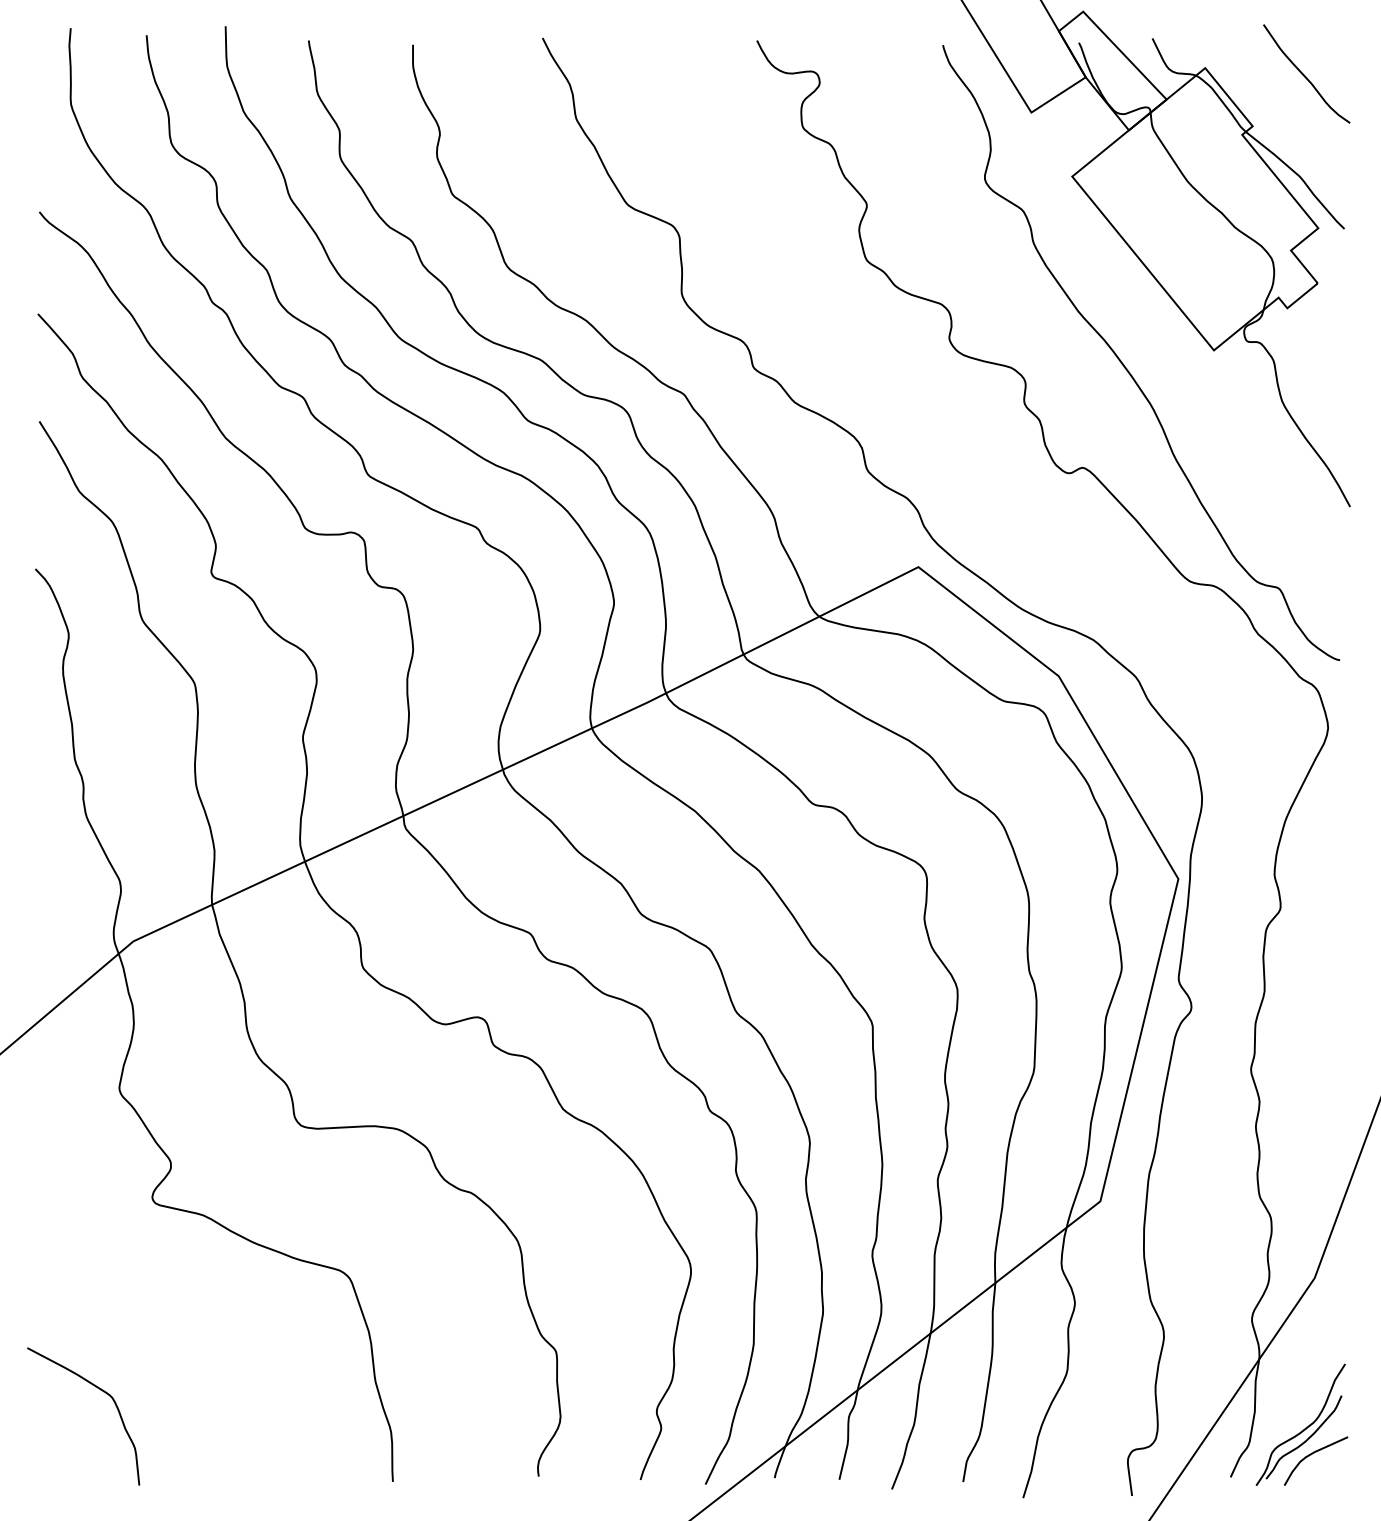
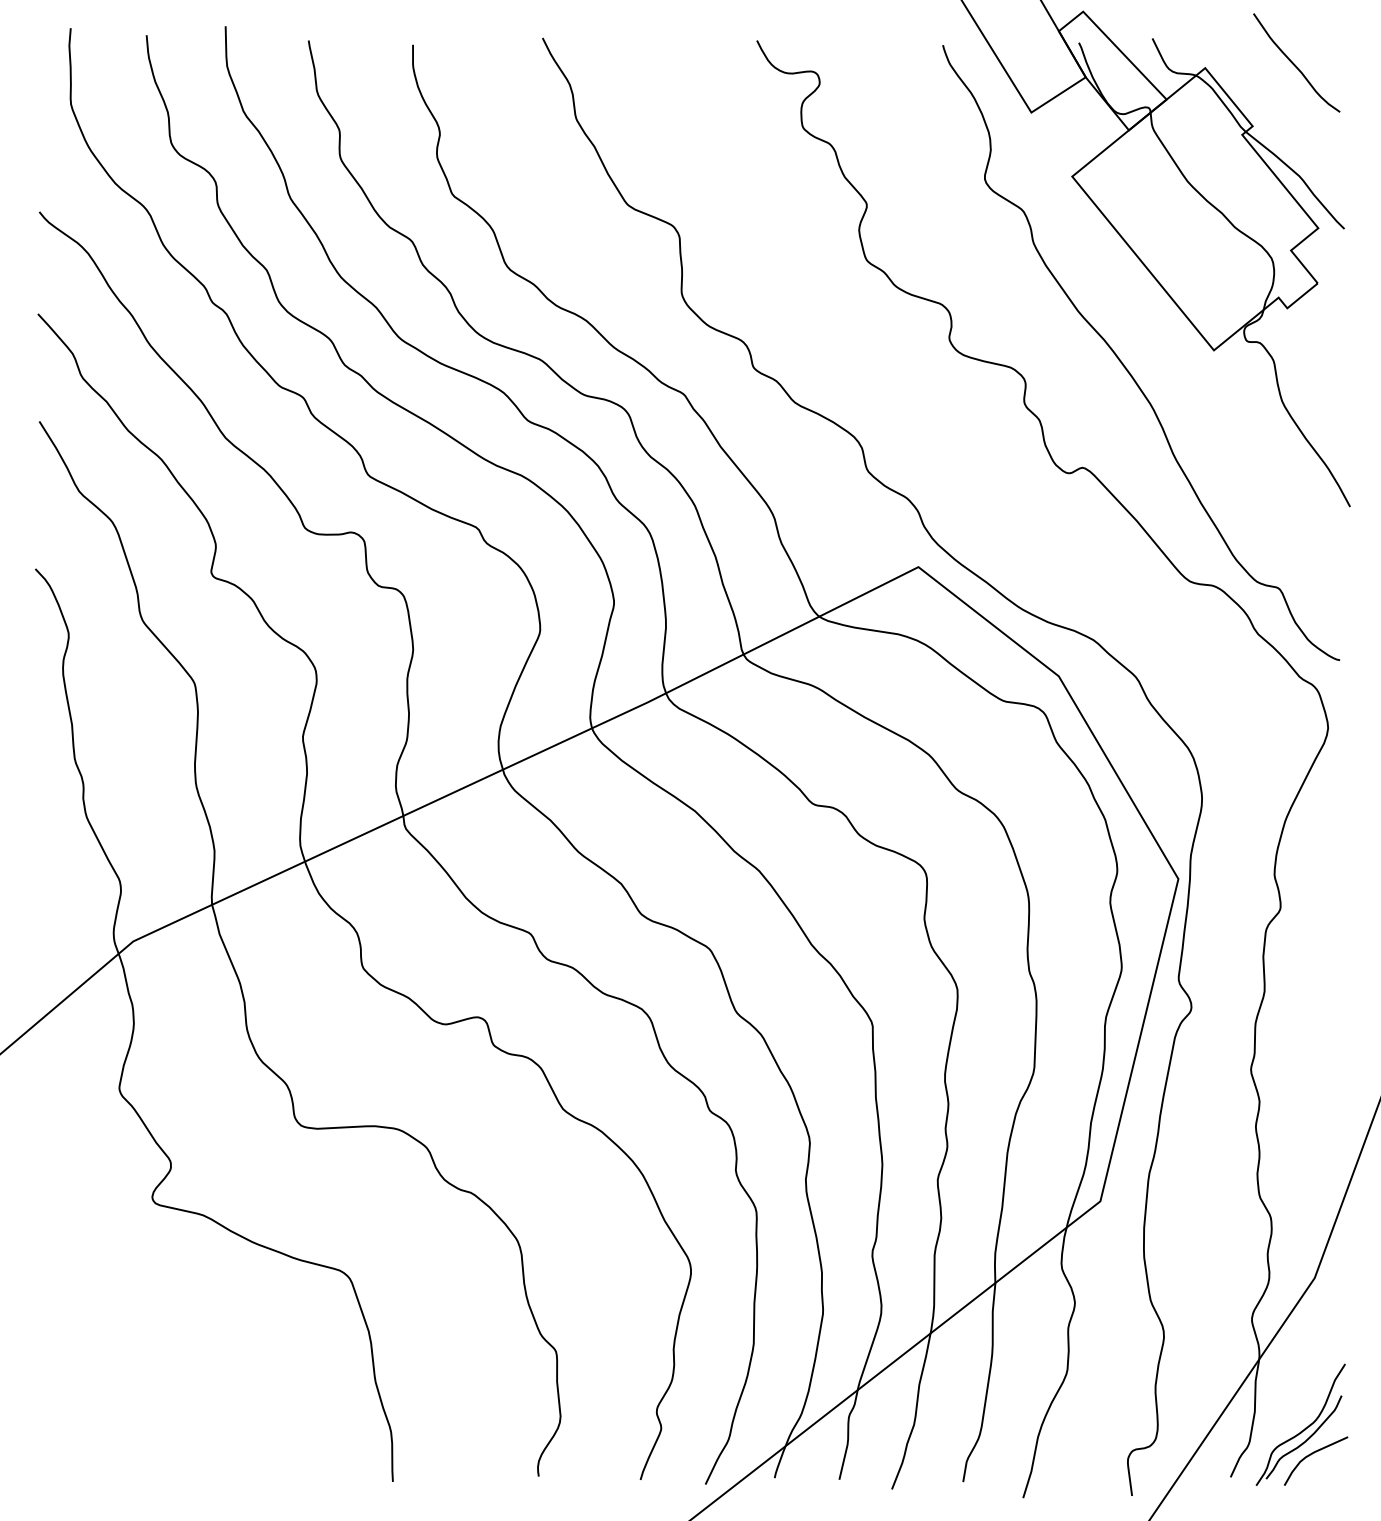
curve at (1304, 74) position: (1304, 74) -> (1294, 63)
curve at (100, 1390): present -> none
